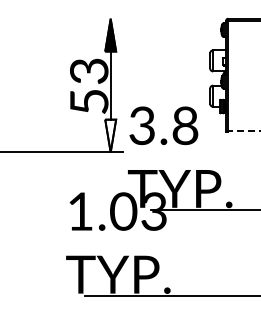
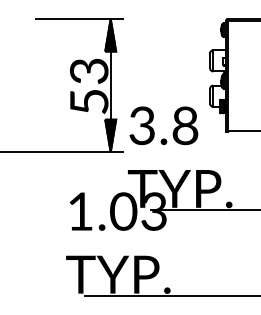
line at (79, 18): none -> present
line at (243, 130): dashed -> solid
fill at (110, 135): none -> present
